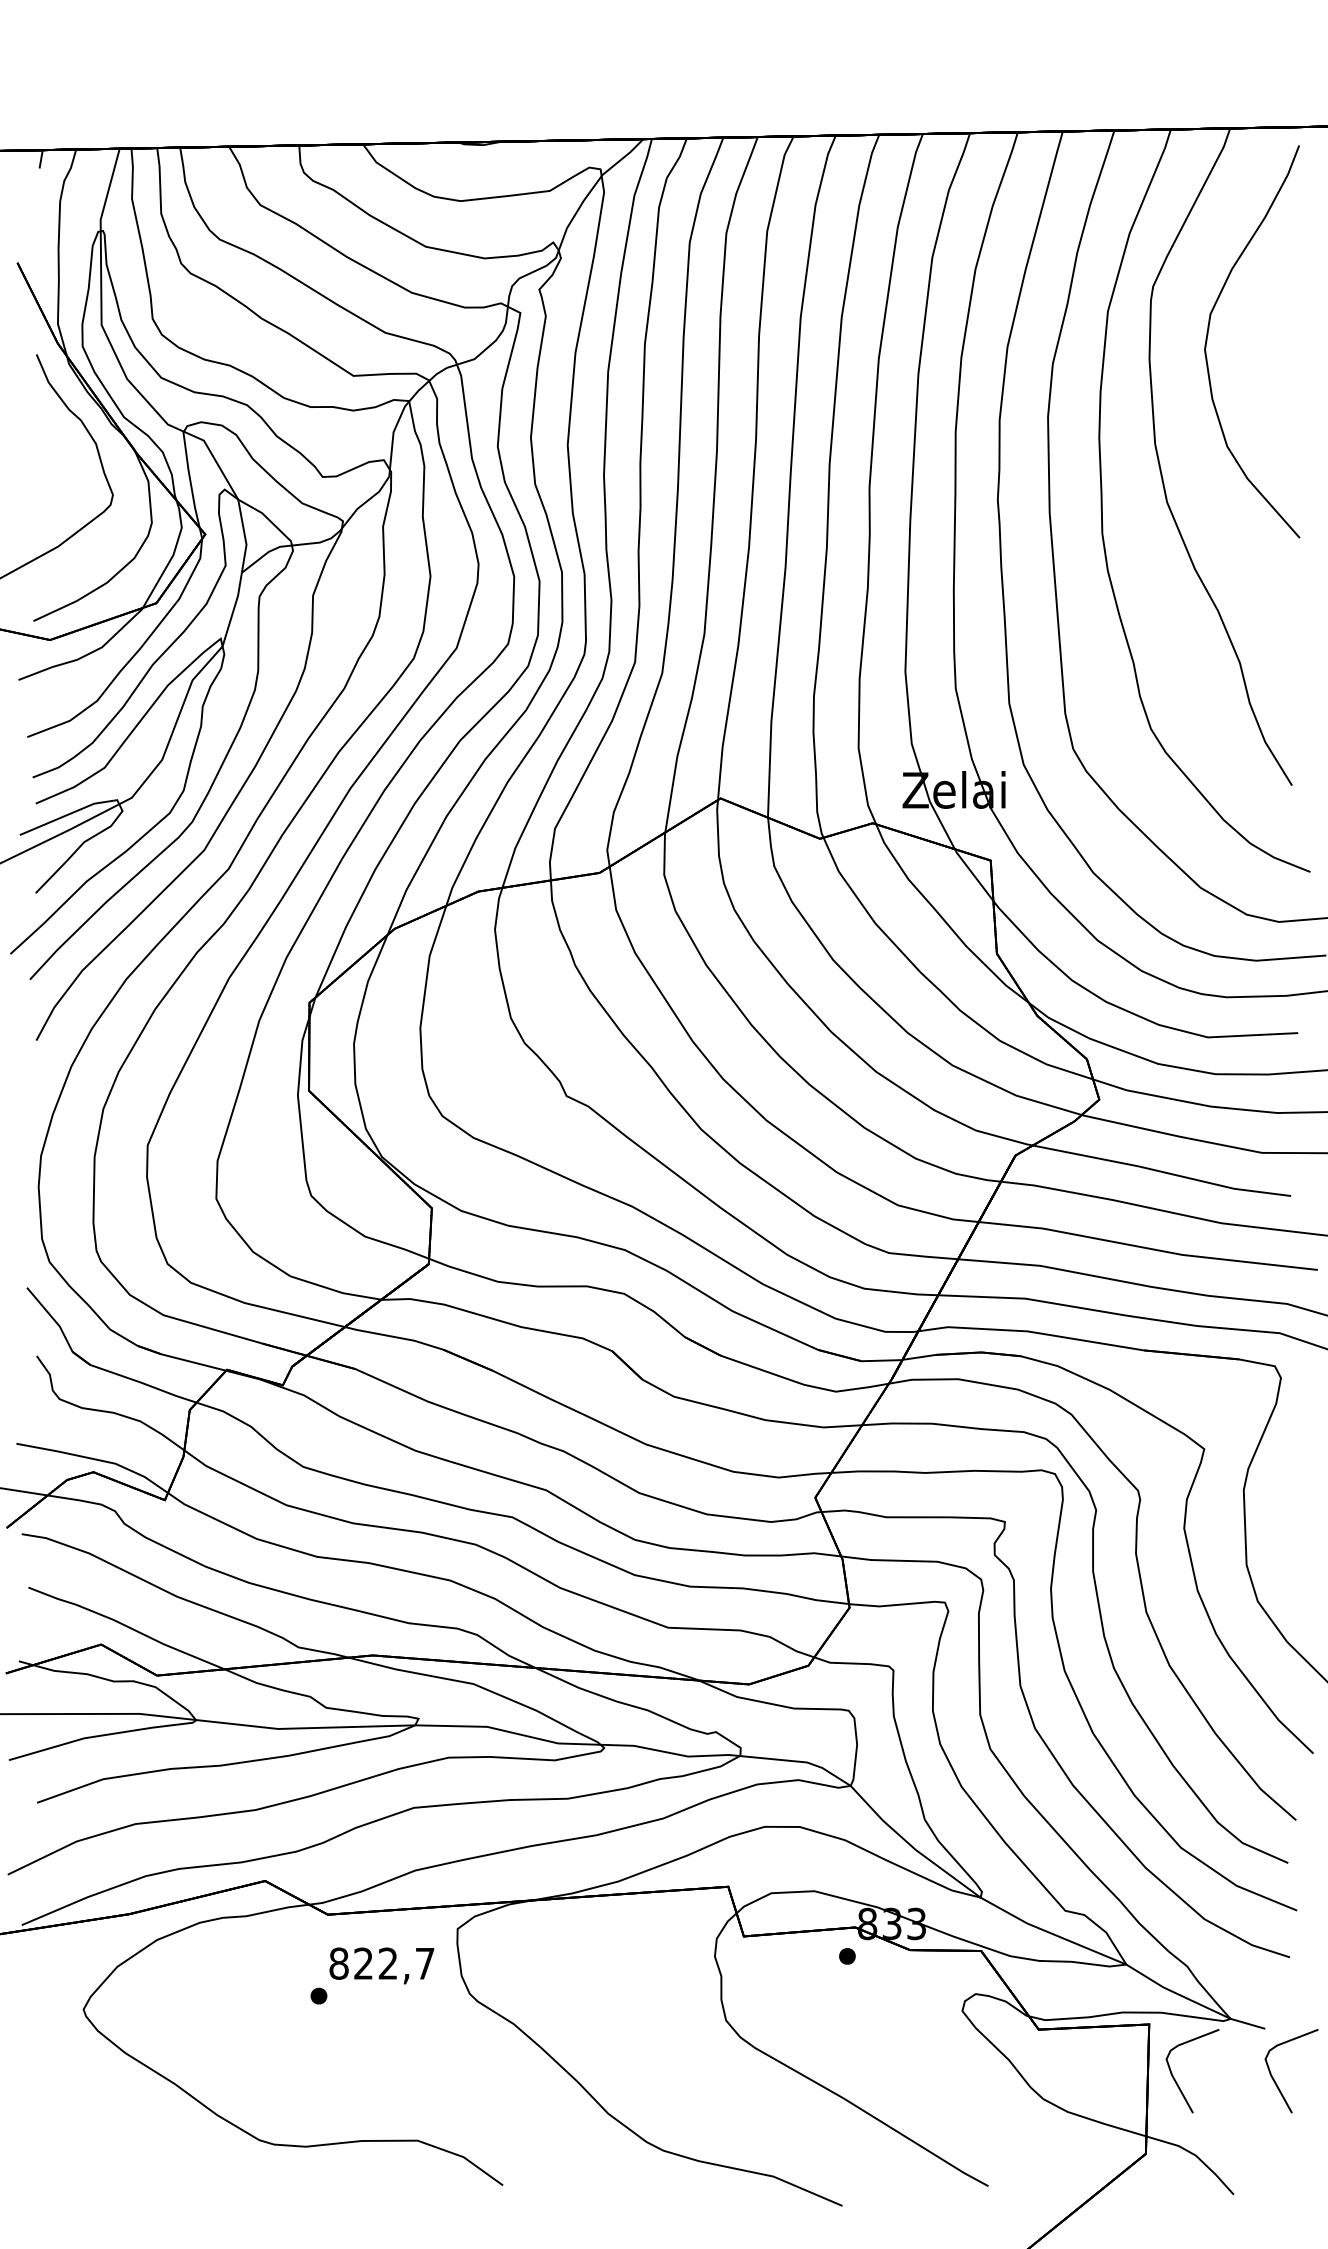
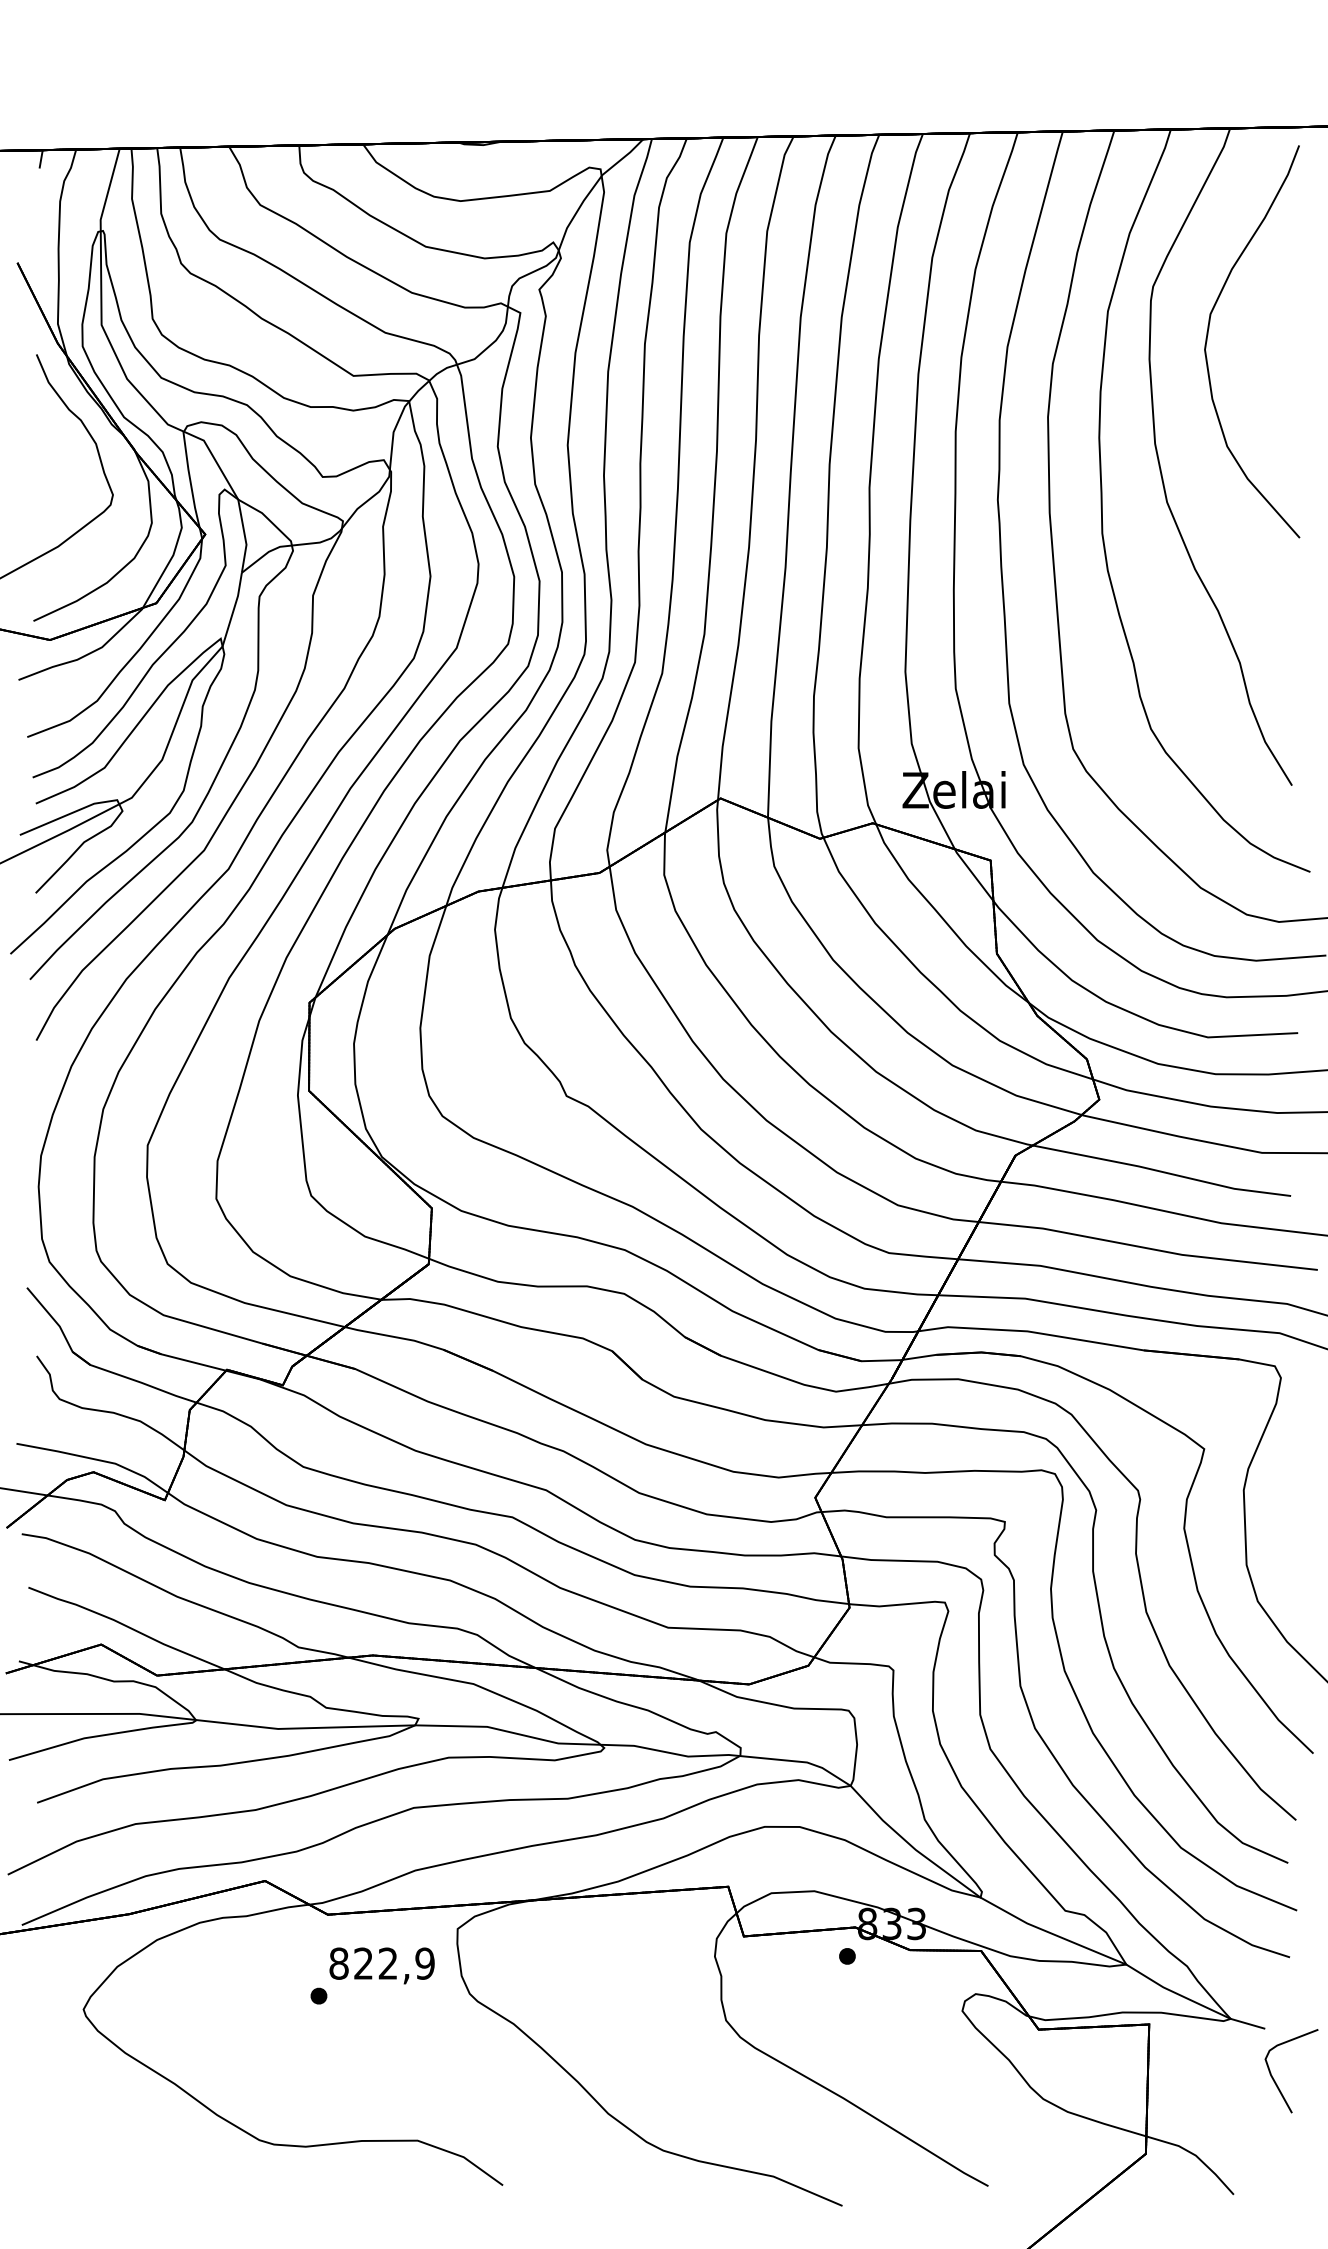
text at (424, 1963): 822,7 -> 822,9
curve at (1176, 2080): present -> none
